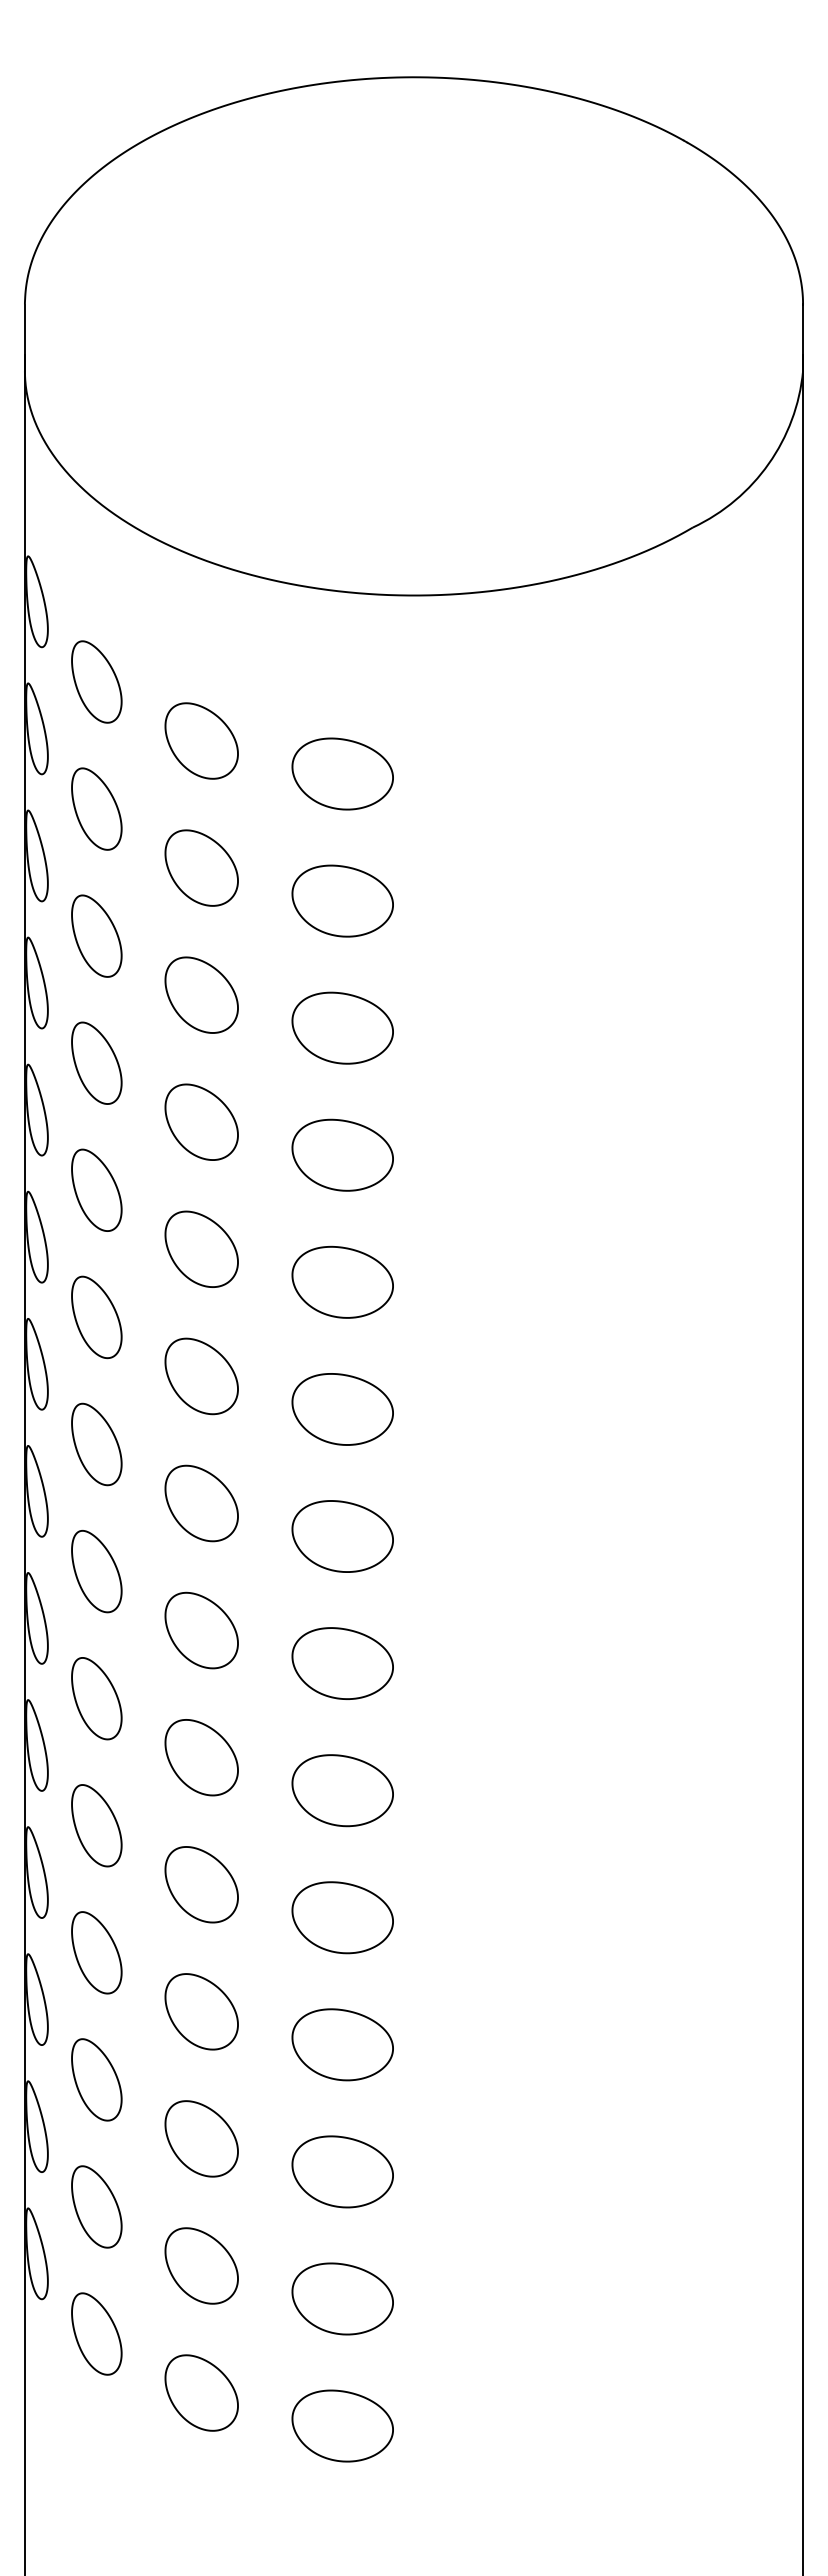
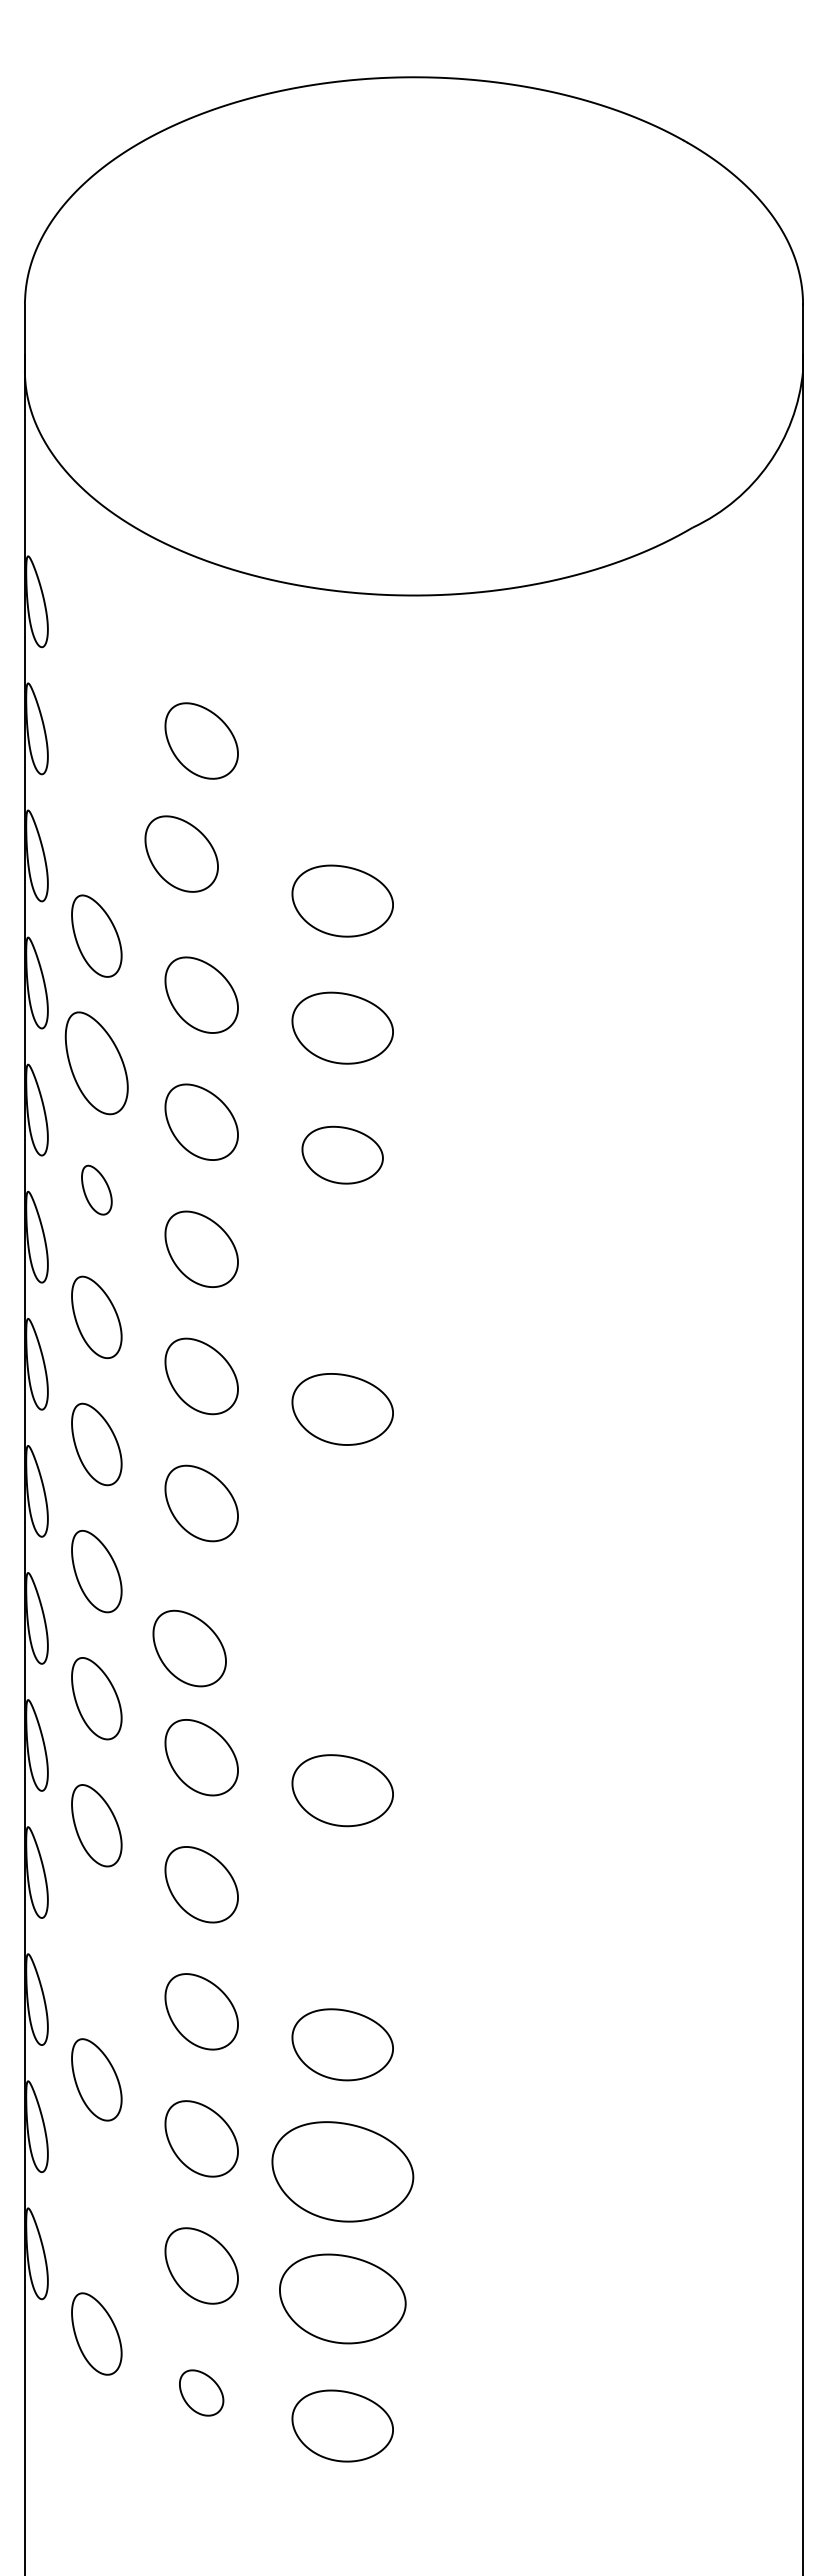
part at (96, 681): present -> none
part at (342, 773): present -> none
part at (96, 808): present -> none
part at (201, 867) position: (201, 867) -> (181, 853)
part at (96, 1062) size: 52x84 px -> 65x105 px
part at (342, 1154) size: 103x74 px -> 83x60 px
part at (96, 1189) size: 52x84 px -> 32x52 px
part at (342, 1281): present -> none
part at (342, 1536): present -> none
part at (201, 1630) position: (201, 1630) -> (189, 1648)
part at (342, 1663): present -> none
part at (342, 1917): present -> none
part at (96, 1952): present -> none
part at (342, 2171) size: 103x74 px -> 144x102 px
part at (96, 2206): present -> none
part at (342, 2298) size: 103x74 px -> 128x92 px
part at (201, 2392) size: 75x78 px -> 46x48 px
